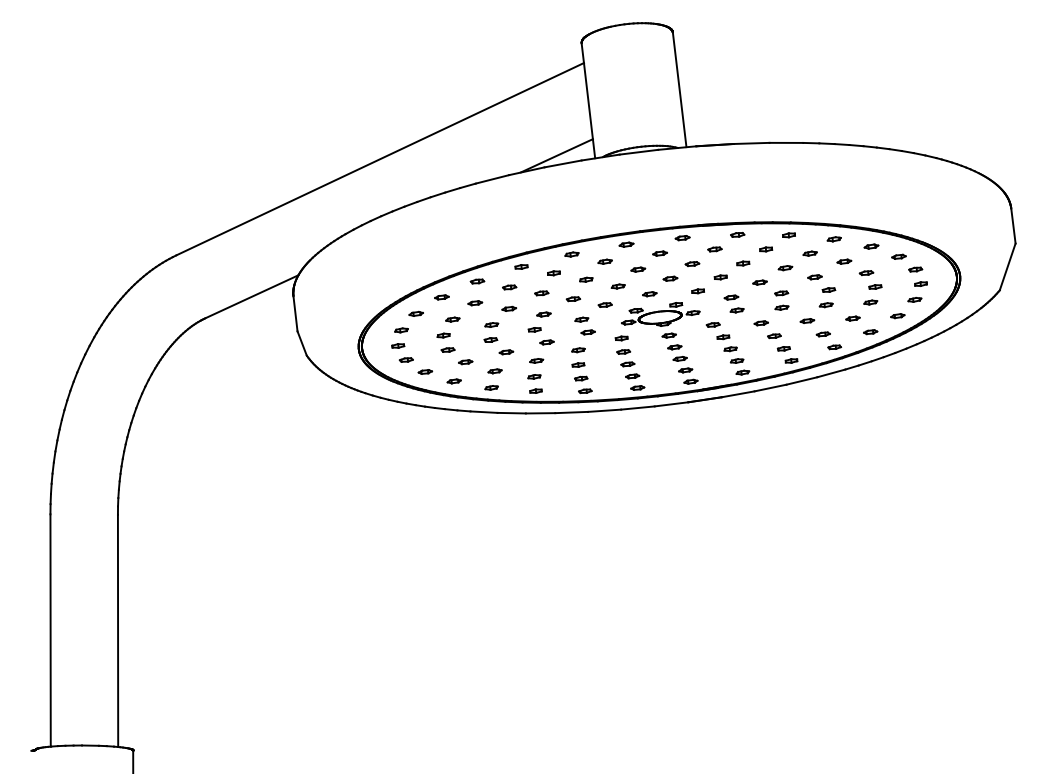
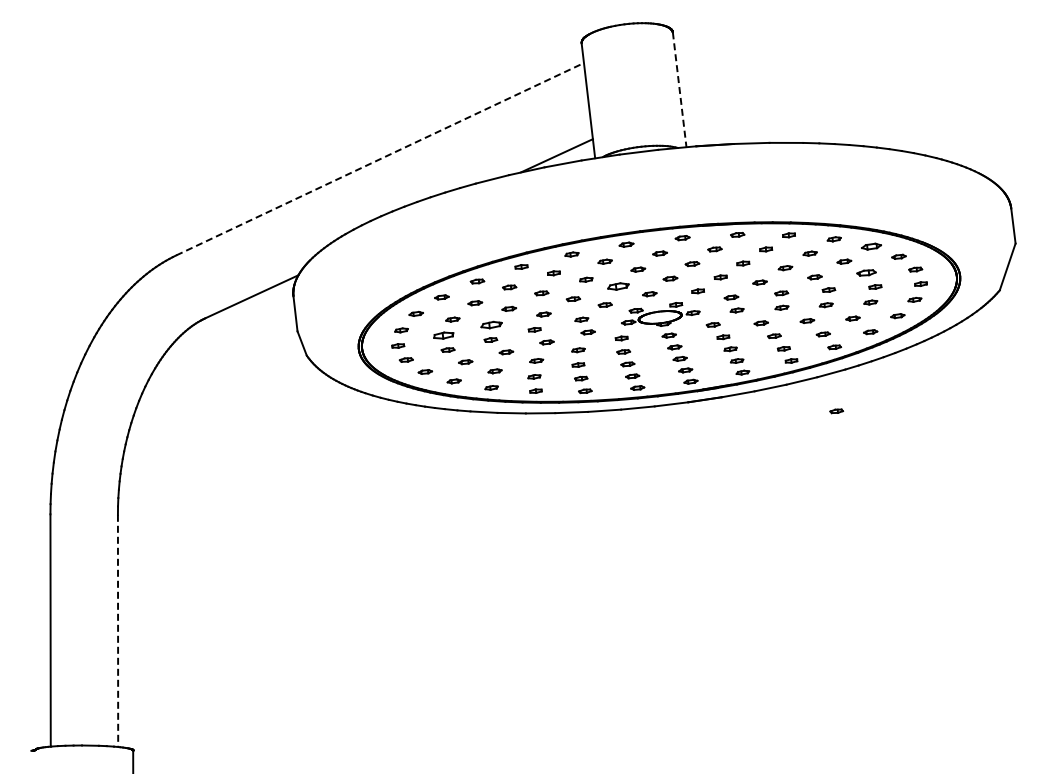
line at (679, 89): solid -> dashed
line at (380, 159): solid -> dashed
part at (871, 246) size: 17x7 px -> 21x9 px
part at (866, 273) size: 17x7 px -> 21x8 px
part at (617, 286) size: 16x7 px -> 23x9 px
part at (491, 324) size: 16x6 px -> 23x10 px
part at (443, 335) size: 15x7 px -> 22x9 px
part at (836, 411): none -> present
line at (118, 631): solid -> dashed
